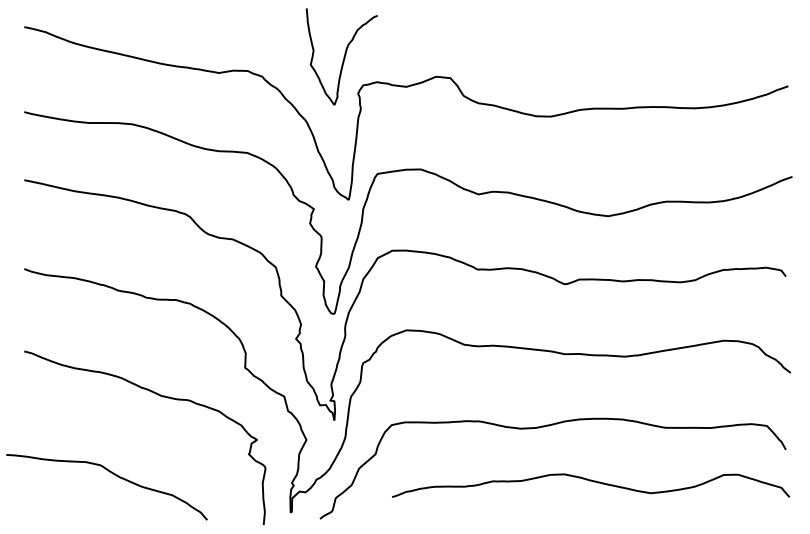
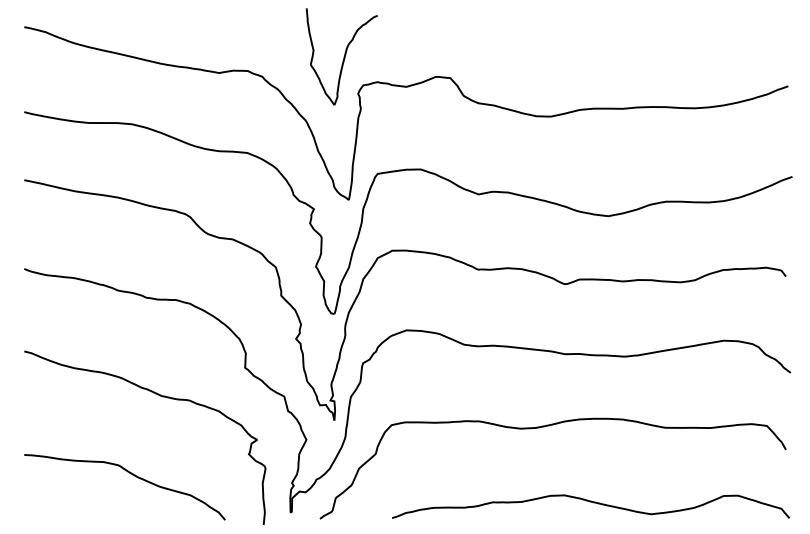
curve at (114, 475) position: (114, 475) -> (132, 475)
curve at (593, 482) position: (593, 482) -> (593, 503)
